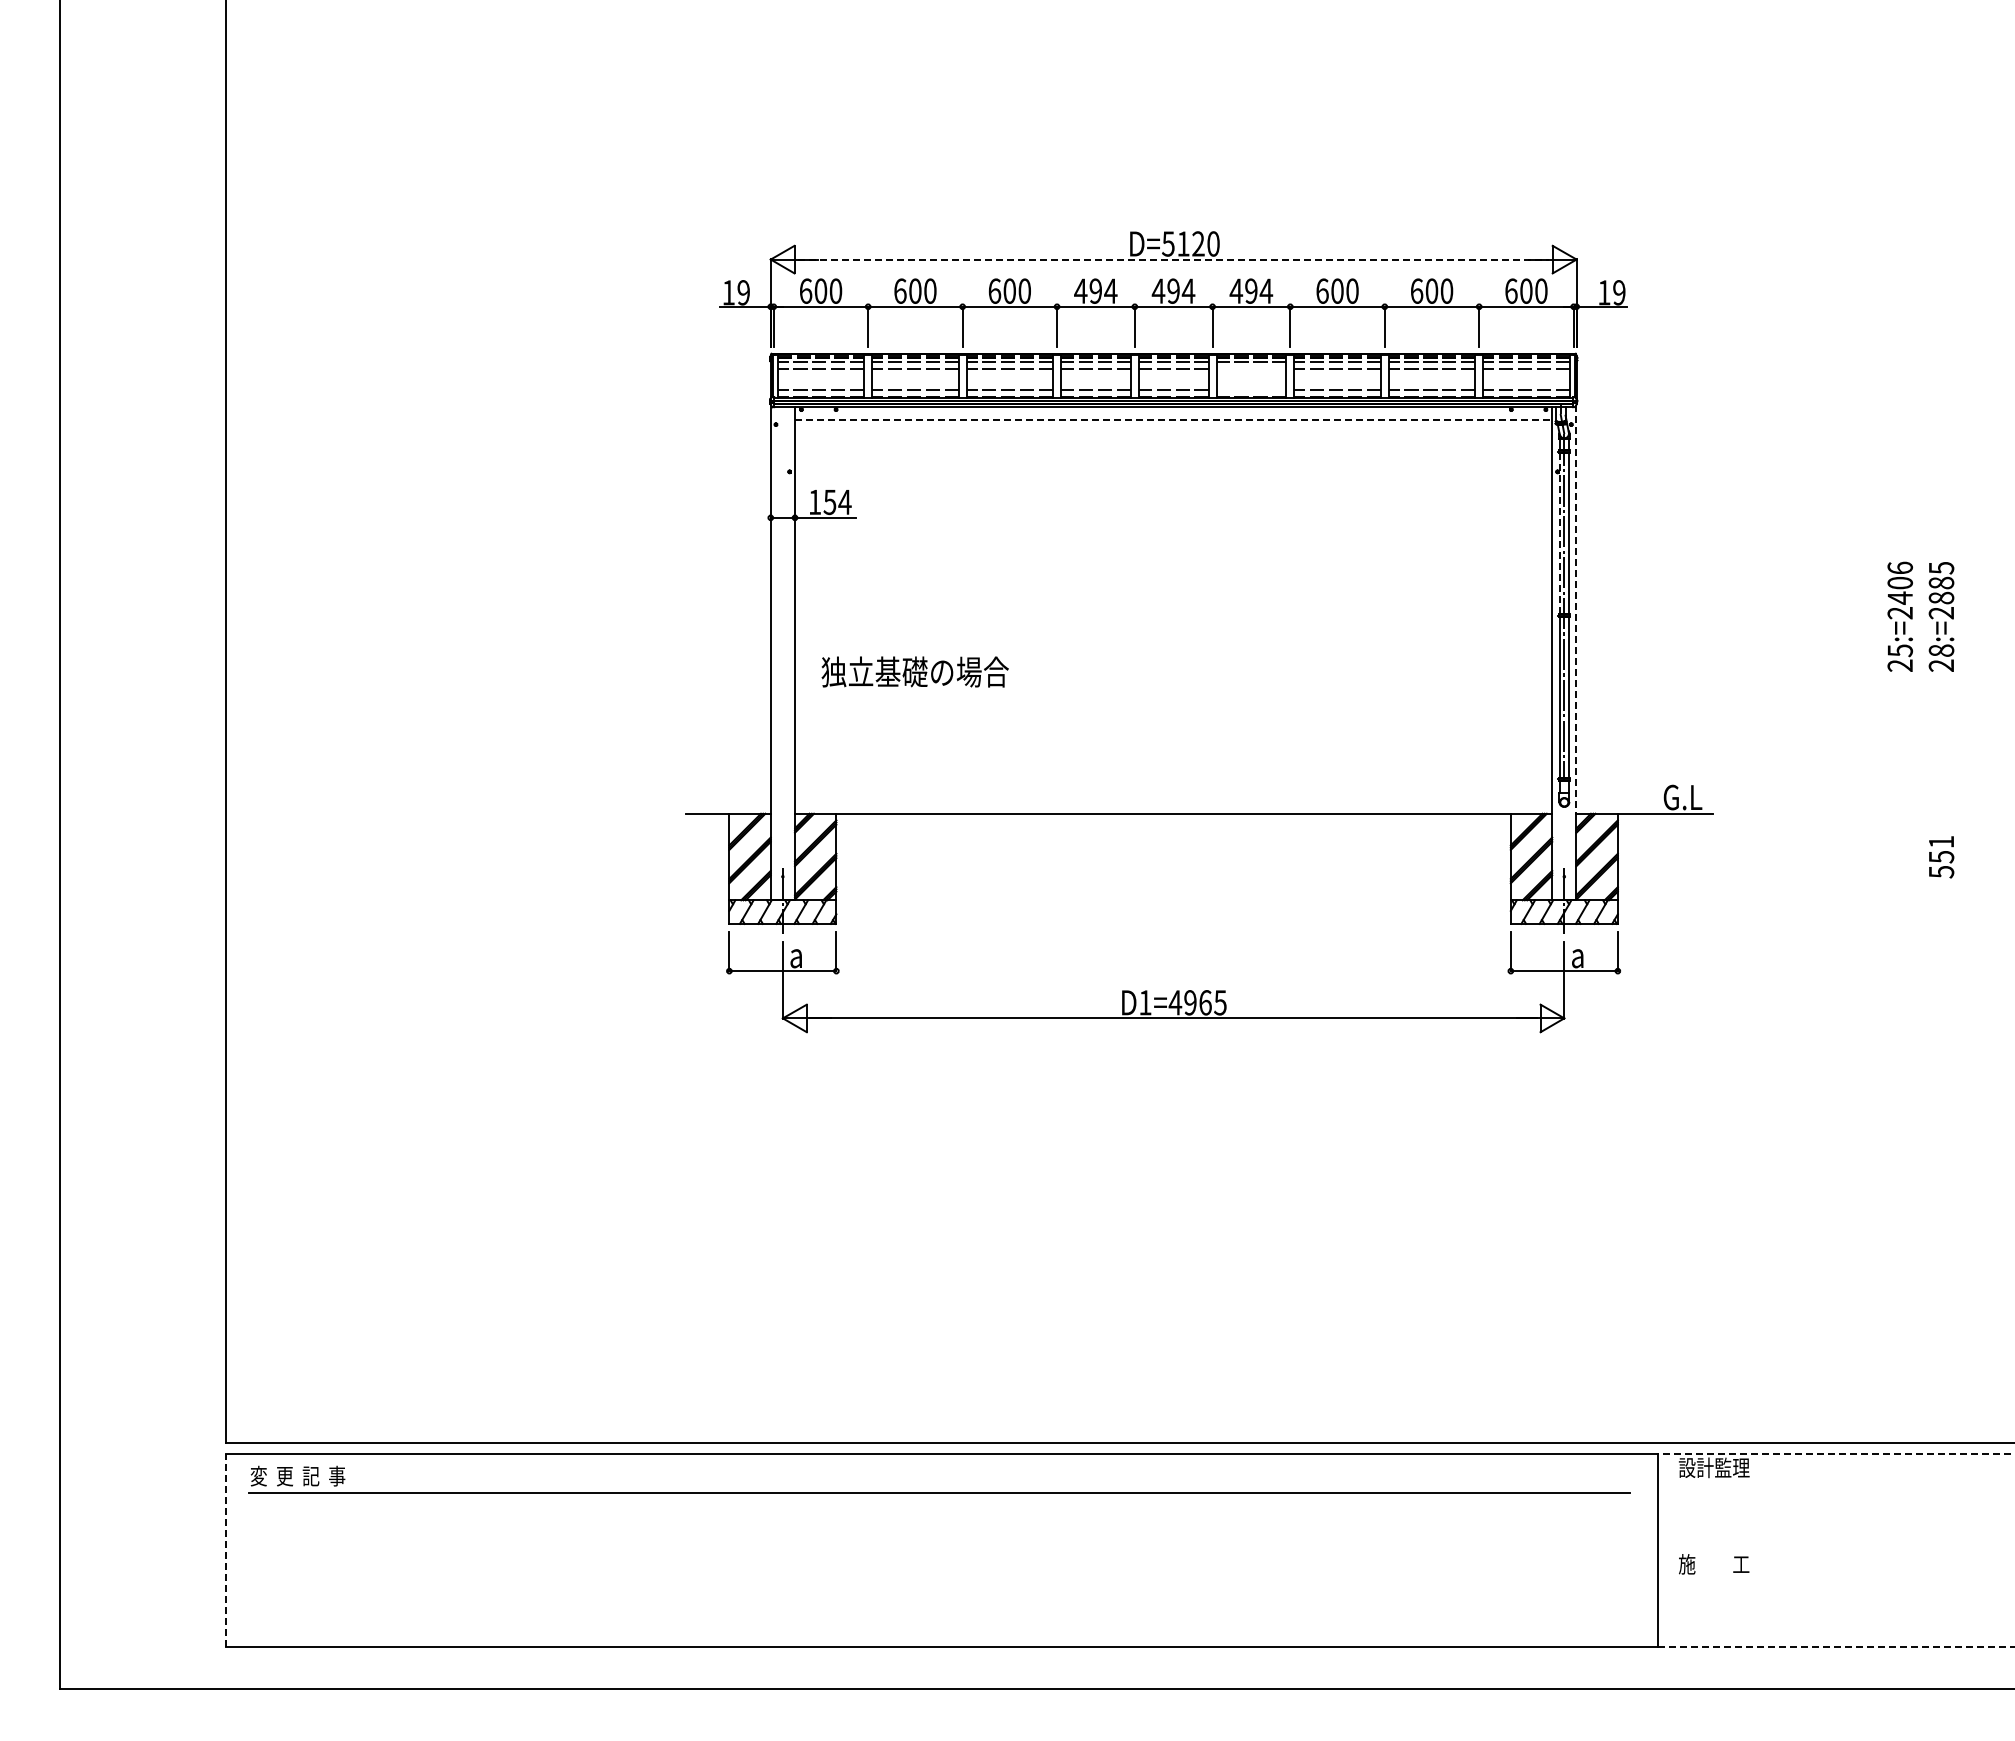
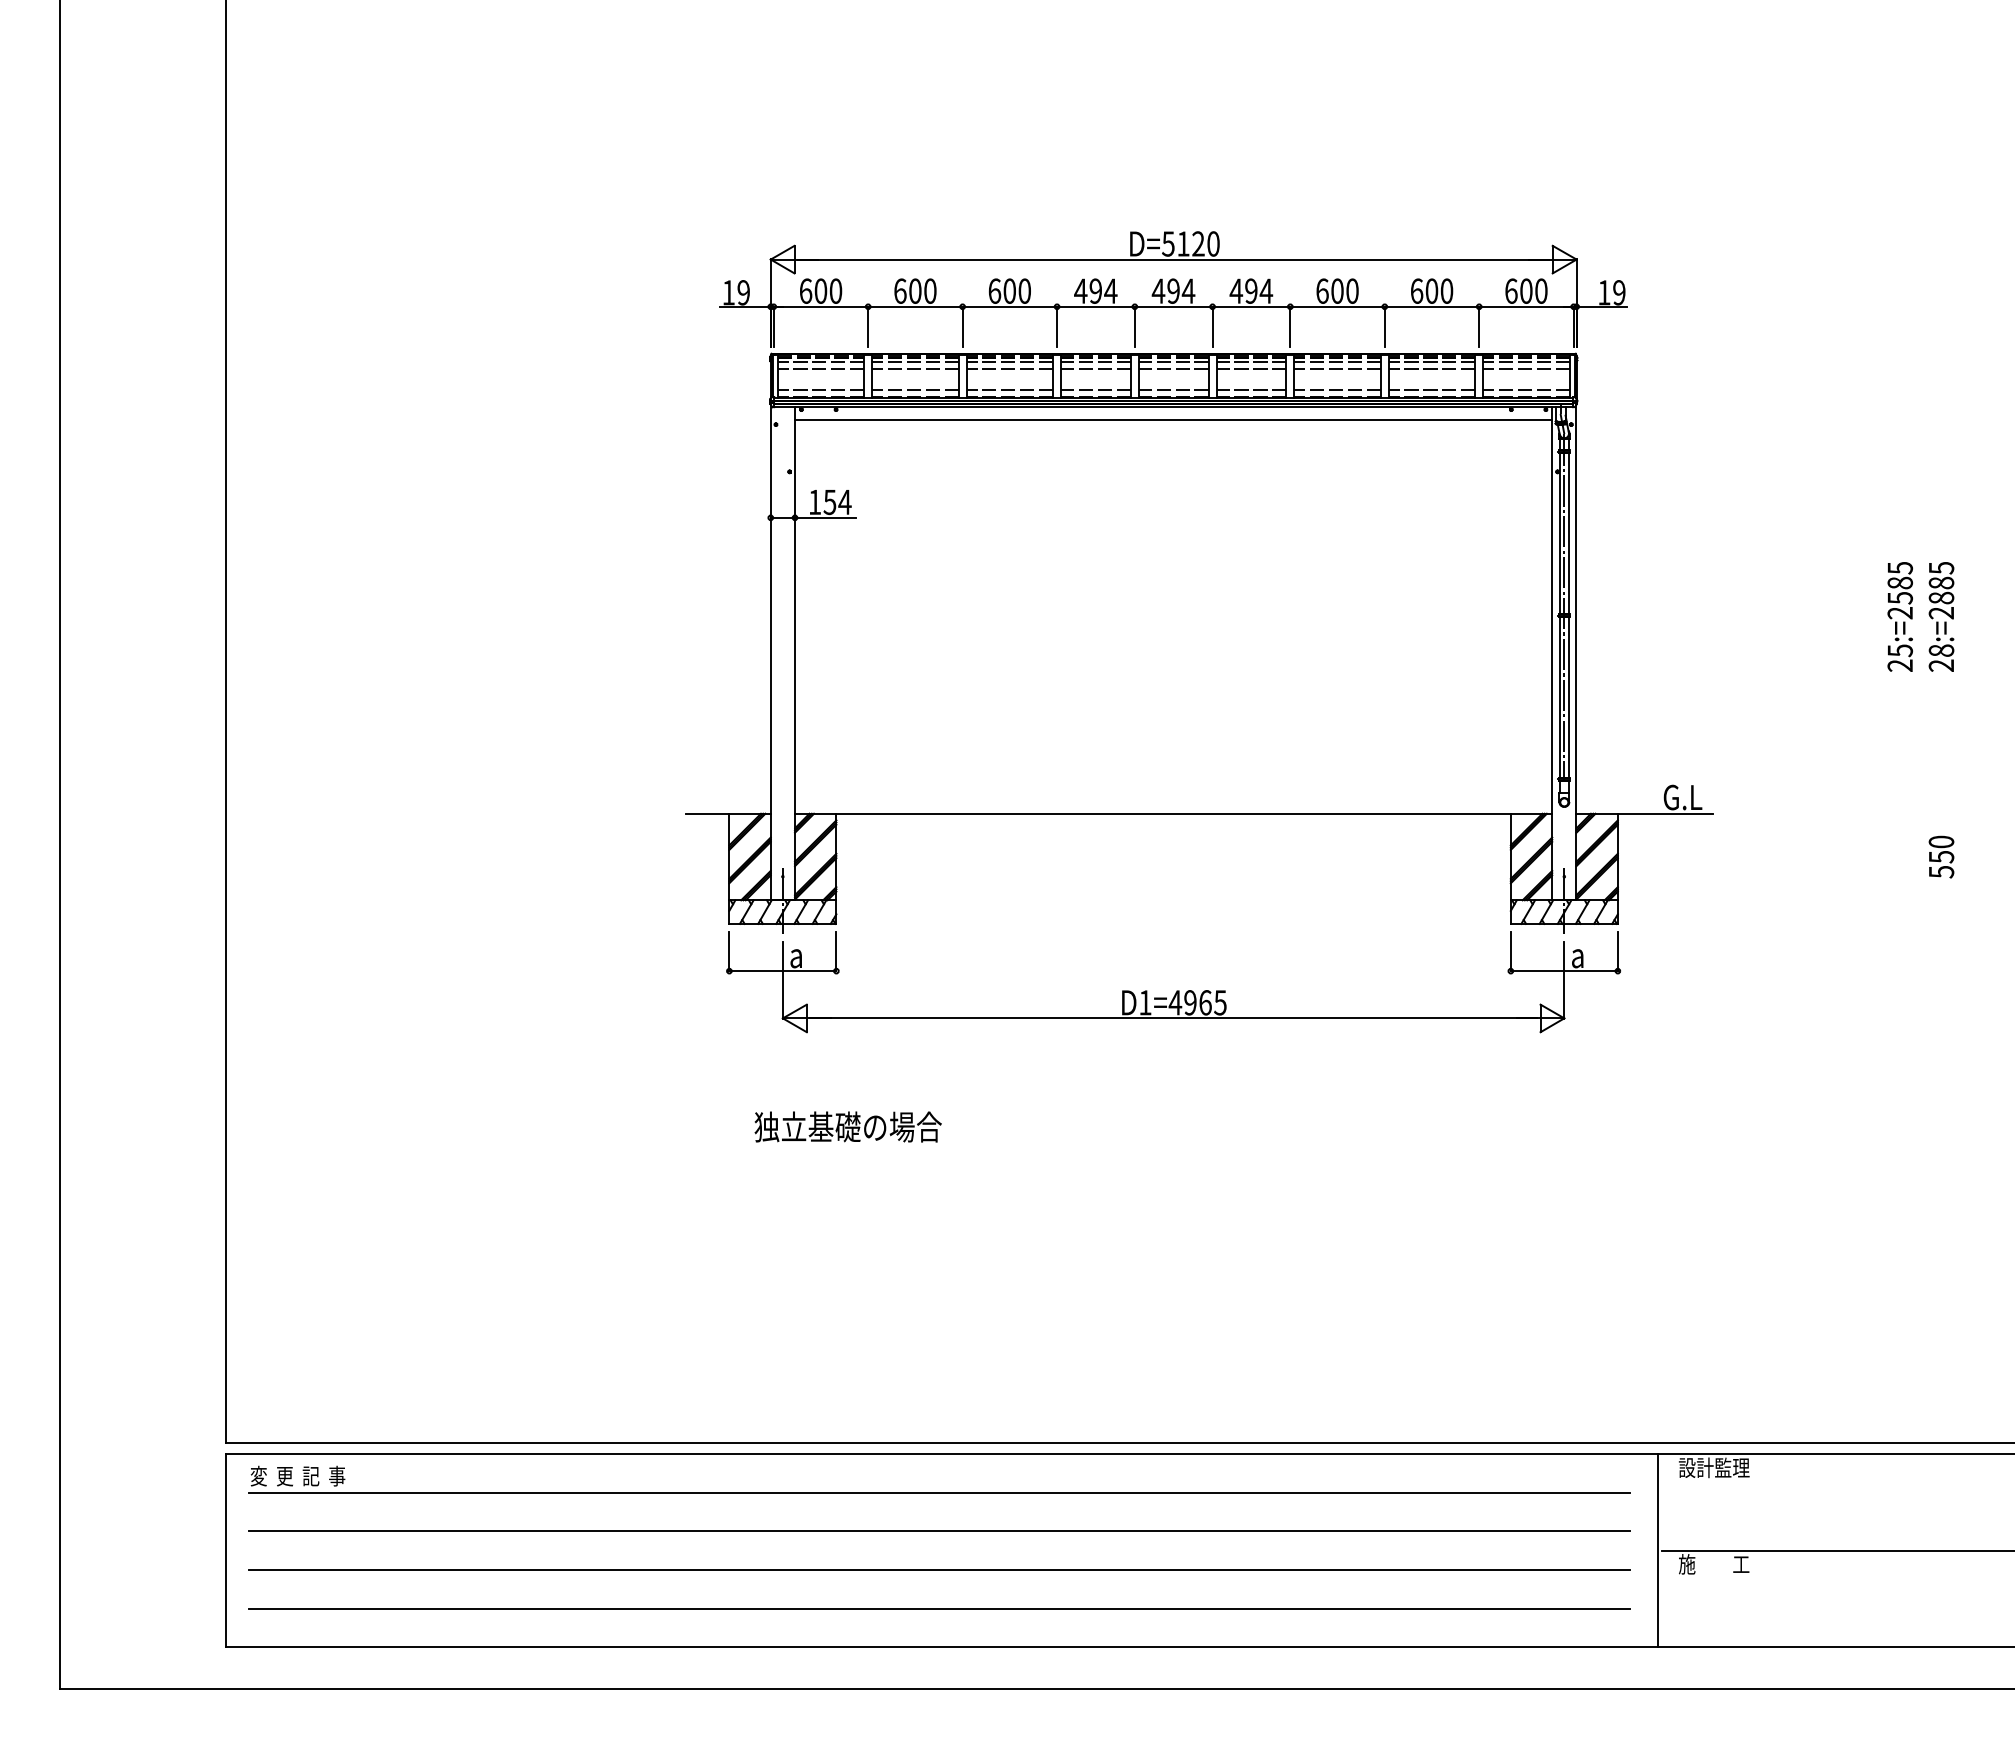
line at (1174, 259): dashed -> solid
line at (1251, 368): none -> present
line at (1251, 389): none -> present
line at (1173, 420): dashed -> solid
line at (1559, 533): dashed -> solid
text at (1900, 582): 25:=2406 -> 25:=2585
line at (1576, 609): dashed -> solid
text at (914, 671) position: (914, 671) -> (847, 1126)
text at (1941, 841): 551 -> 550
line at (1835, 1454): dashed -> solid
line at (939, 1531): none -> present
line at (225, 1550): dashed -> solid
line at (1836, 1550): none -> present
line at (939, 1570): none -> present
line at (939, 1608): none -> present
line at (1836, 1647): dashed -> solid
